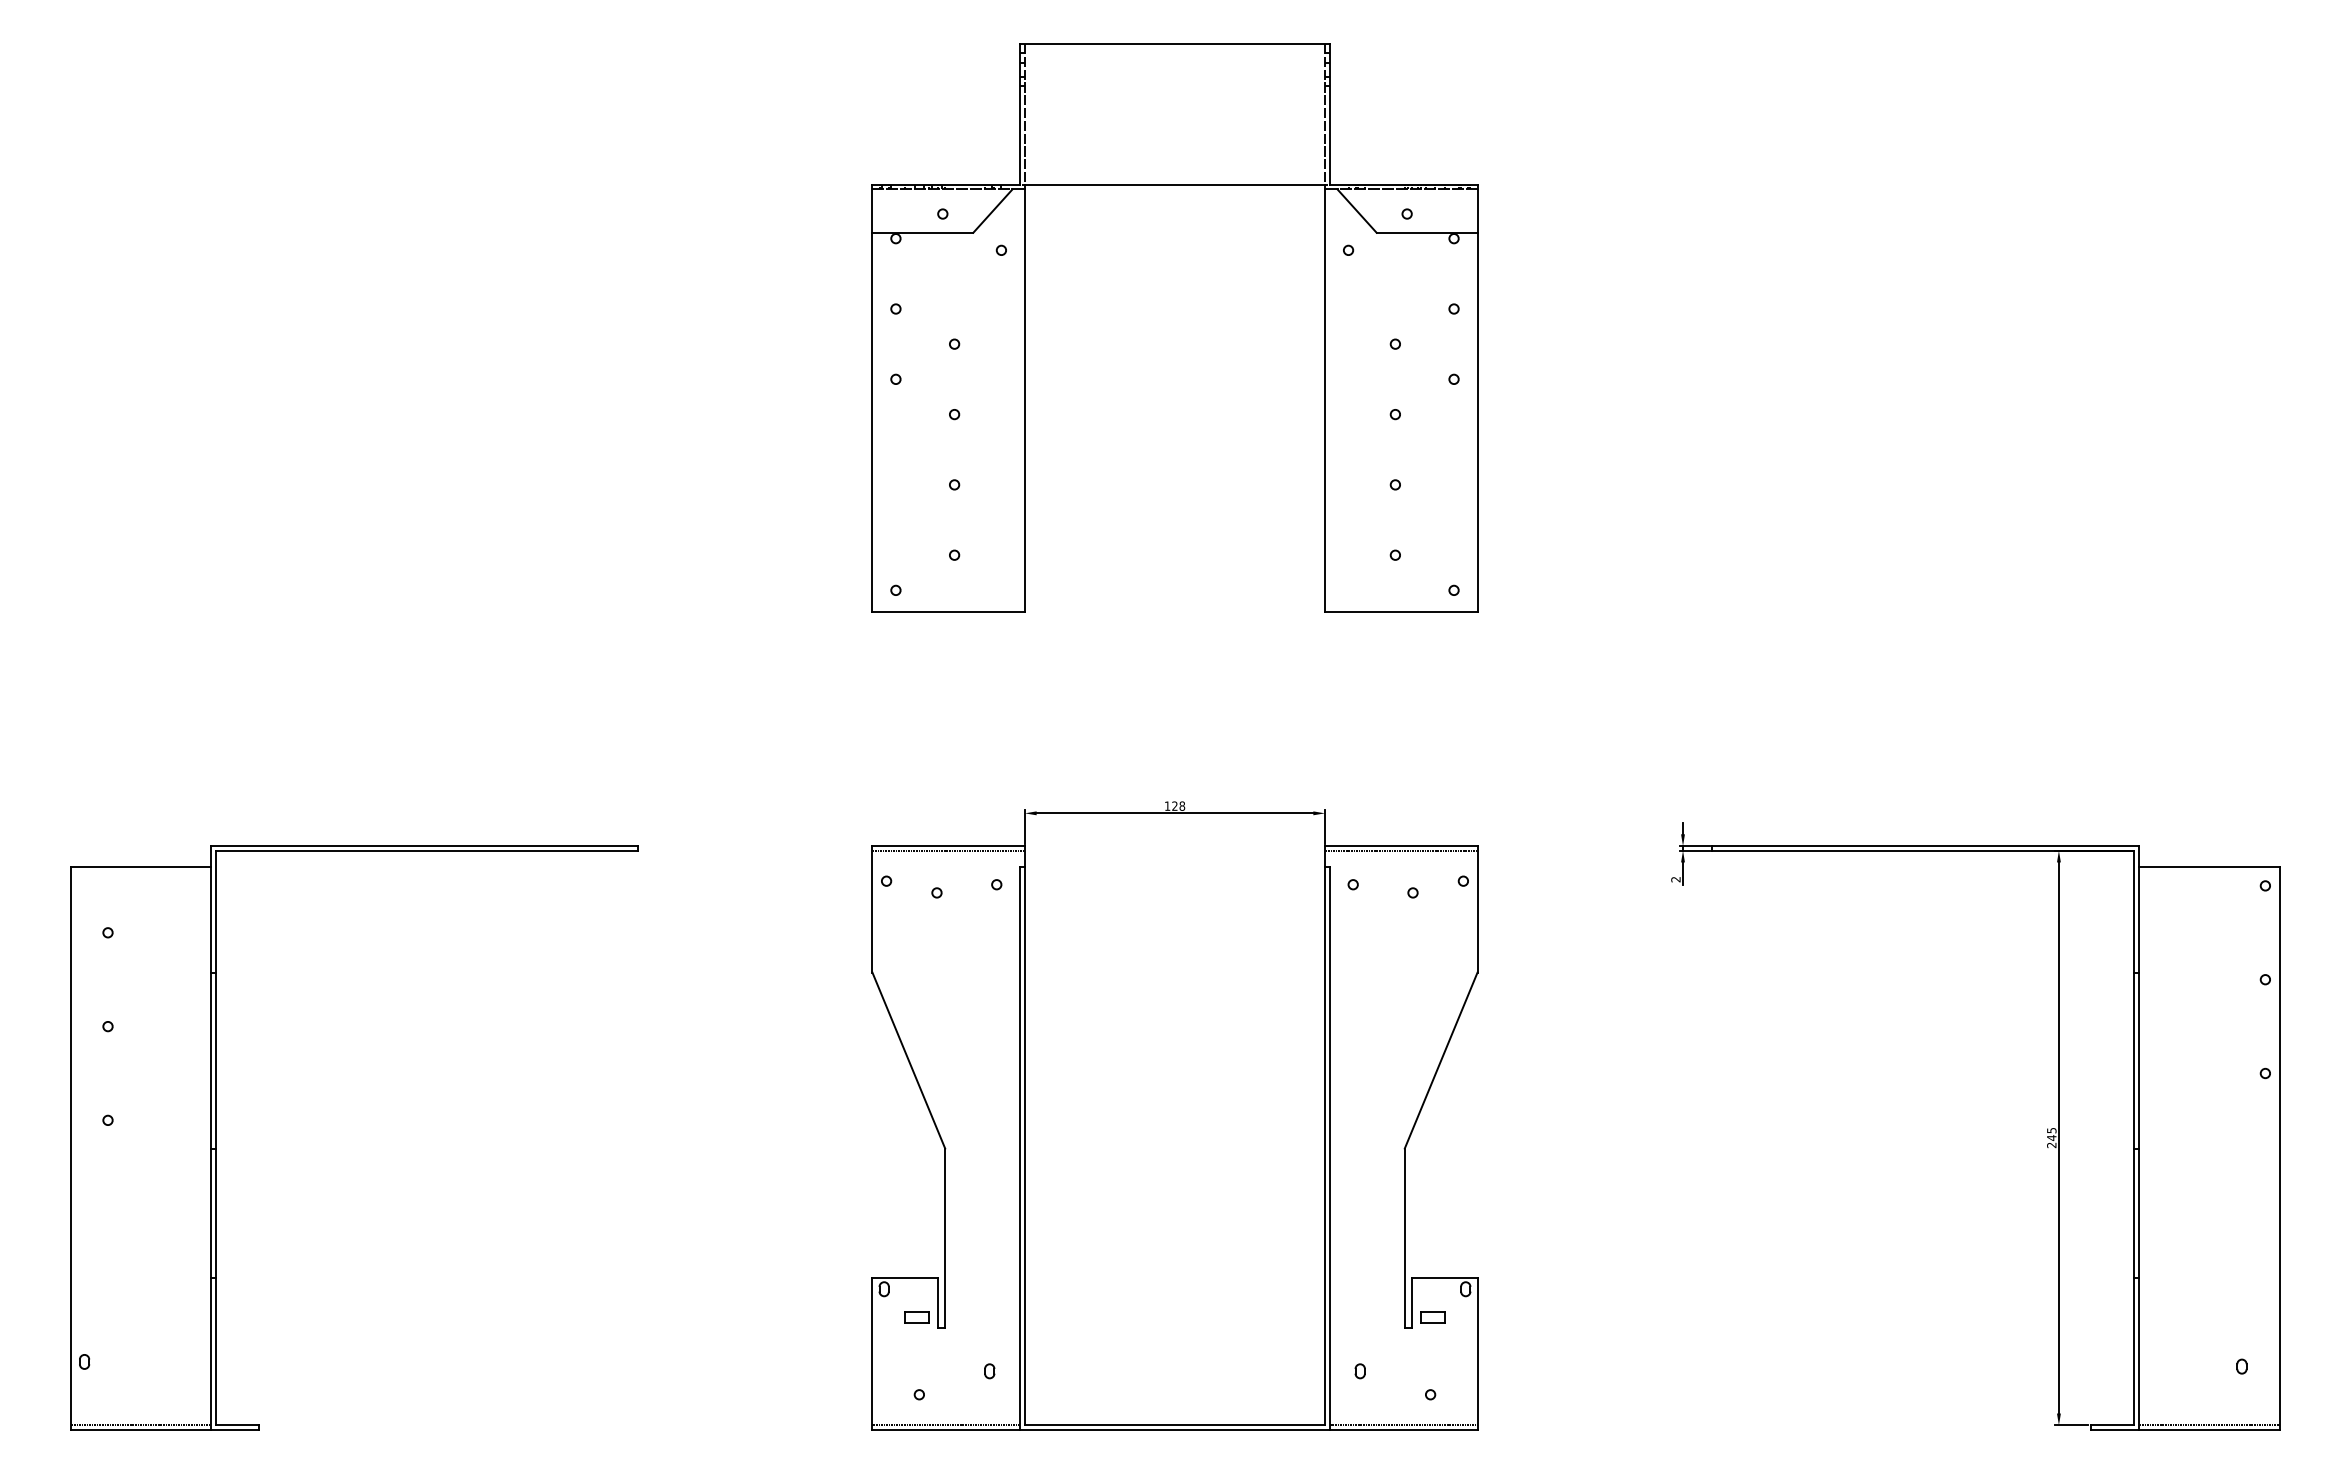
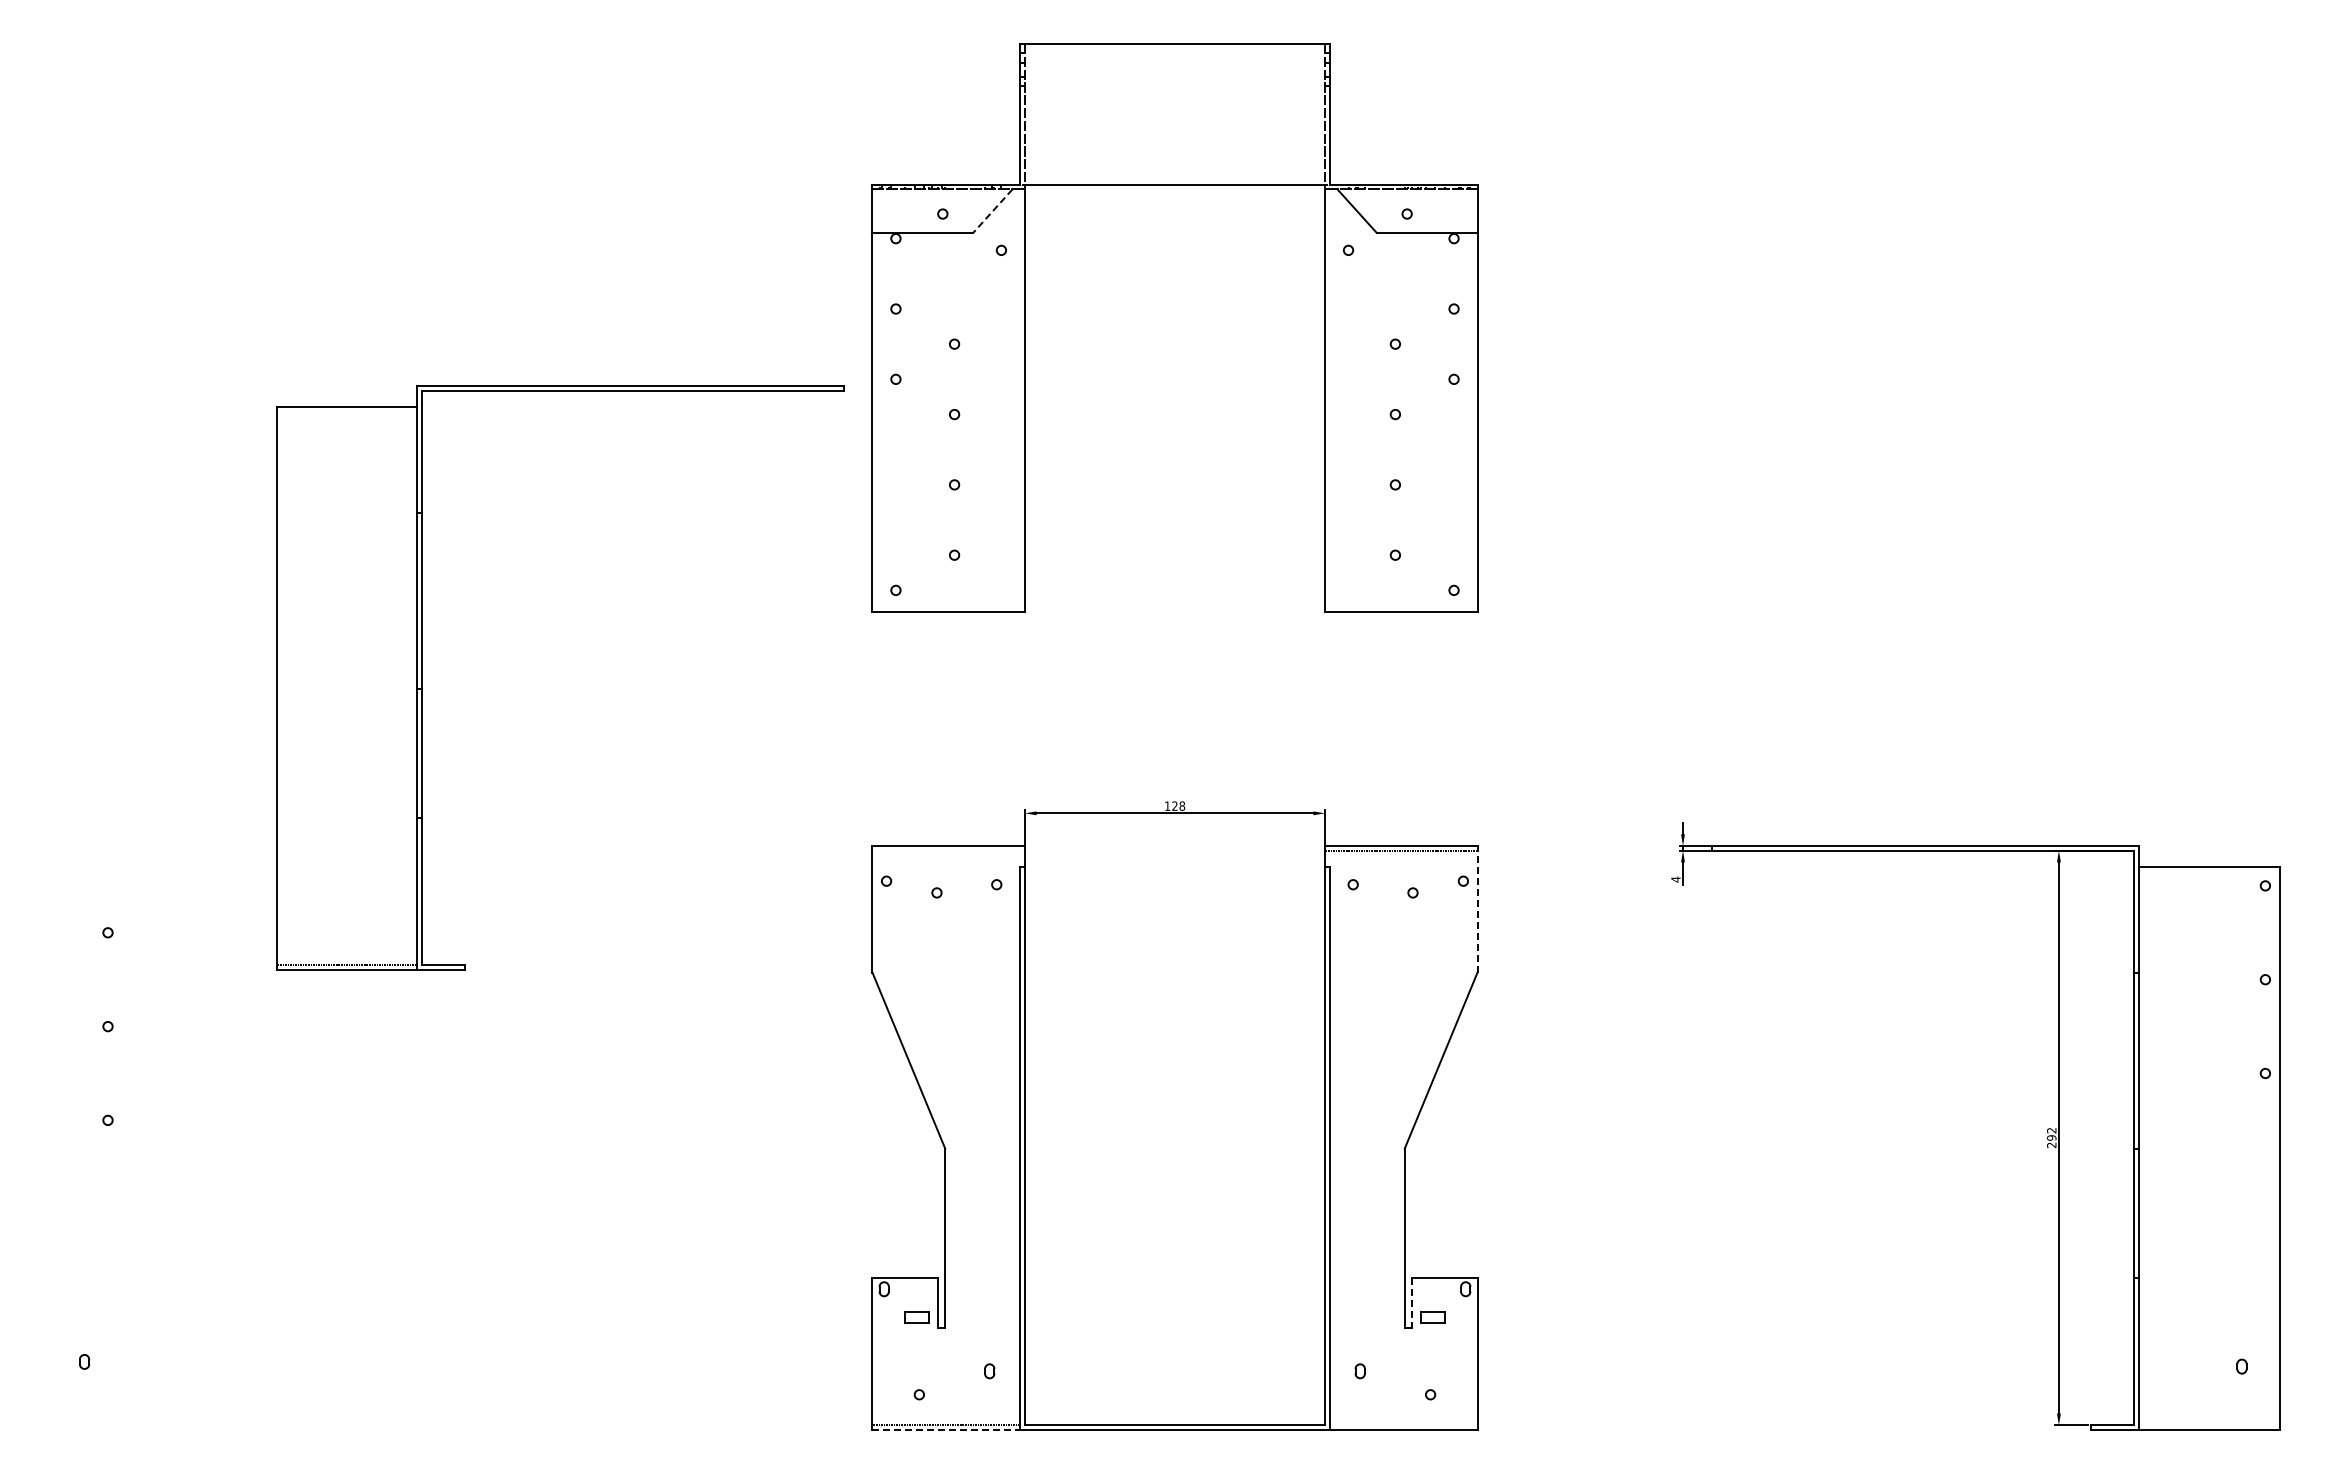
line at (992, 211): solid -> dashed
line at (948, 850): present -> none
text at (1675, 879): 2 -> 4
line at (1477, 908): solid -> dashed
text at (2051, 1134): 245 -> 292
part at (216, 1137) position: (216, 1137) -> (422, 677)
line at (1411, 1303): solid -> dashed
line at (1403, 1425): present -> none
line at (2208, 1425): present -> none
line at (946, 1429): solid -> dashed
